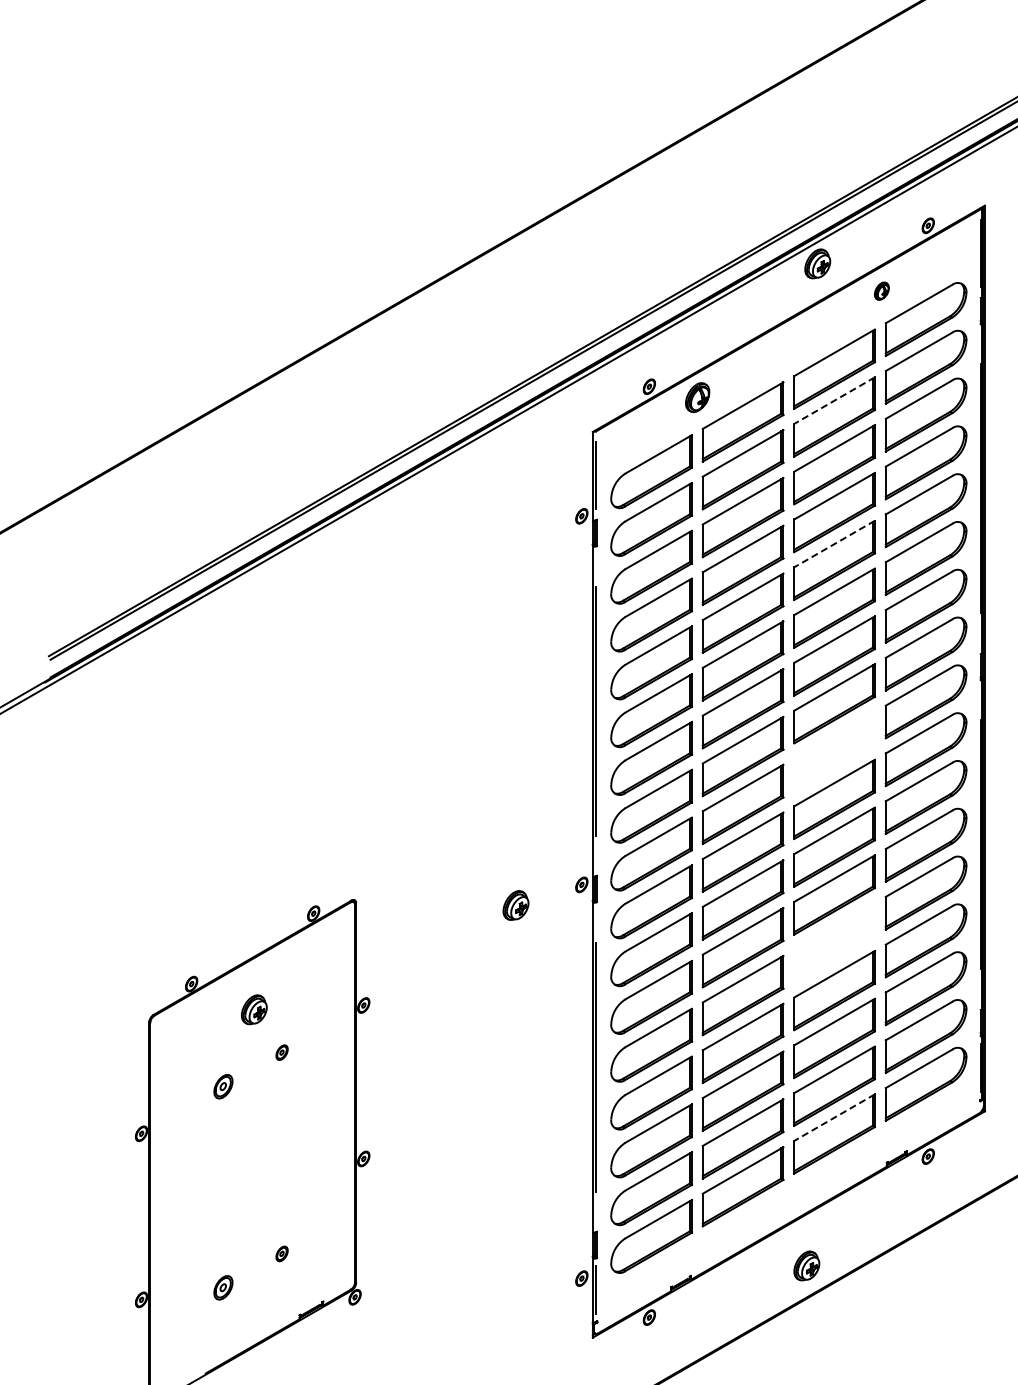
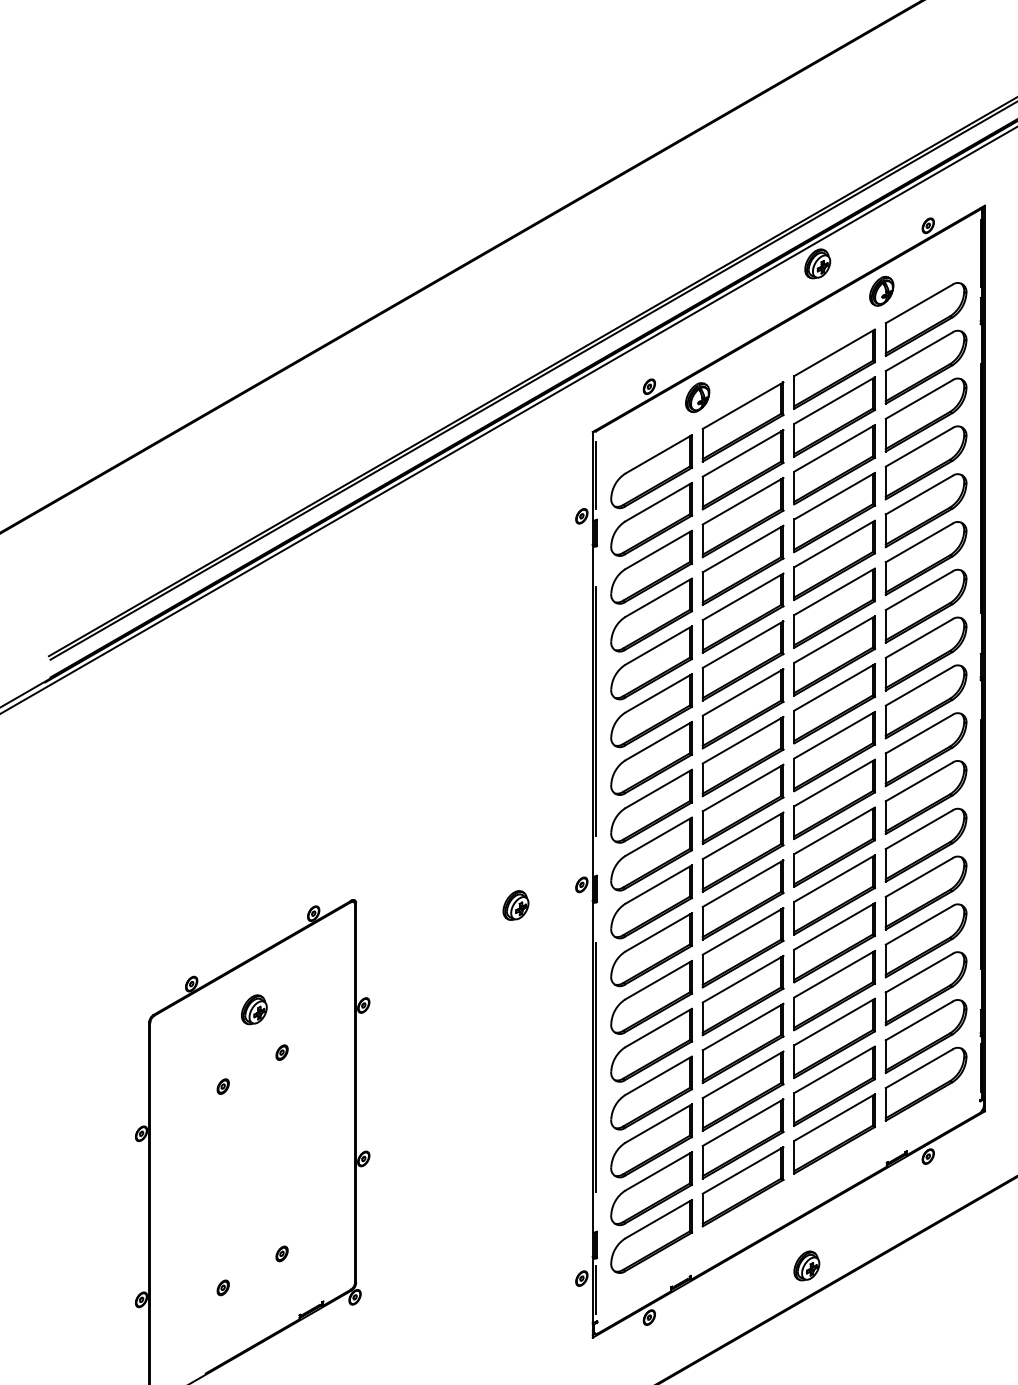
part at (881, 290) size: 16x20 px -> 26x32 px
line at (834, 400): dashed -> solid
line at (834, 544): dashed -> solid
part at (834, 751): none -> present
part at (834, 942): none -> present
part at (223, 1086) size: 21x26 px -> 14x17 px
line at (834, 1117): dashed -> solid
part at (223, 1287) size: 21x26 px -> 14x18 px
